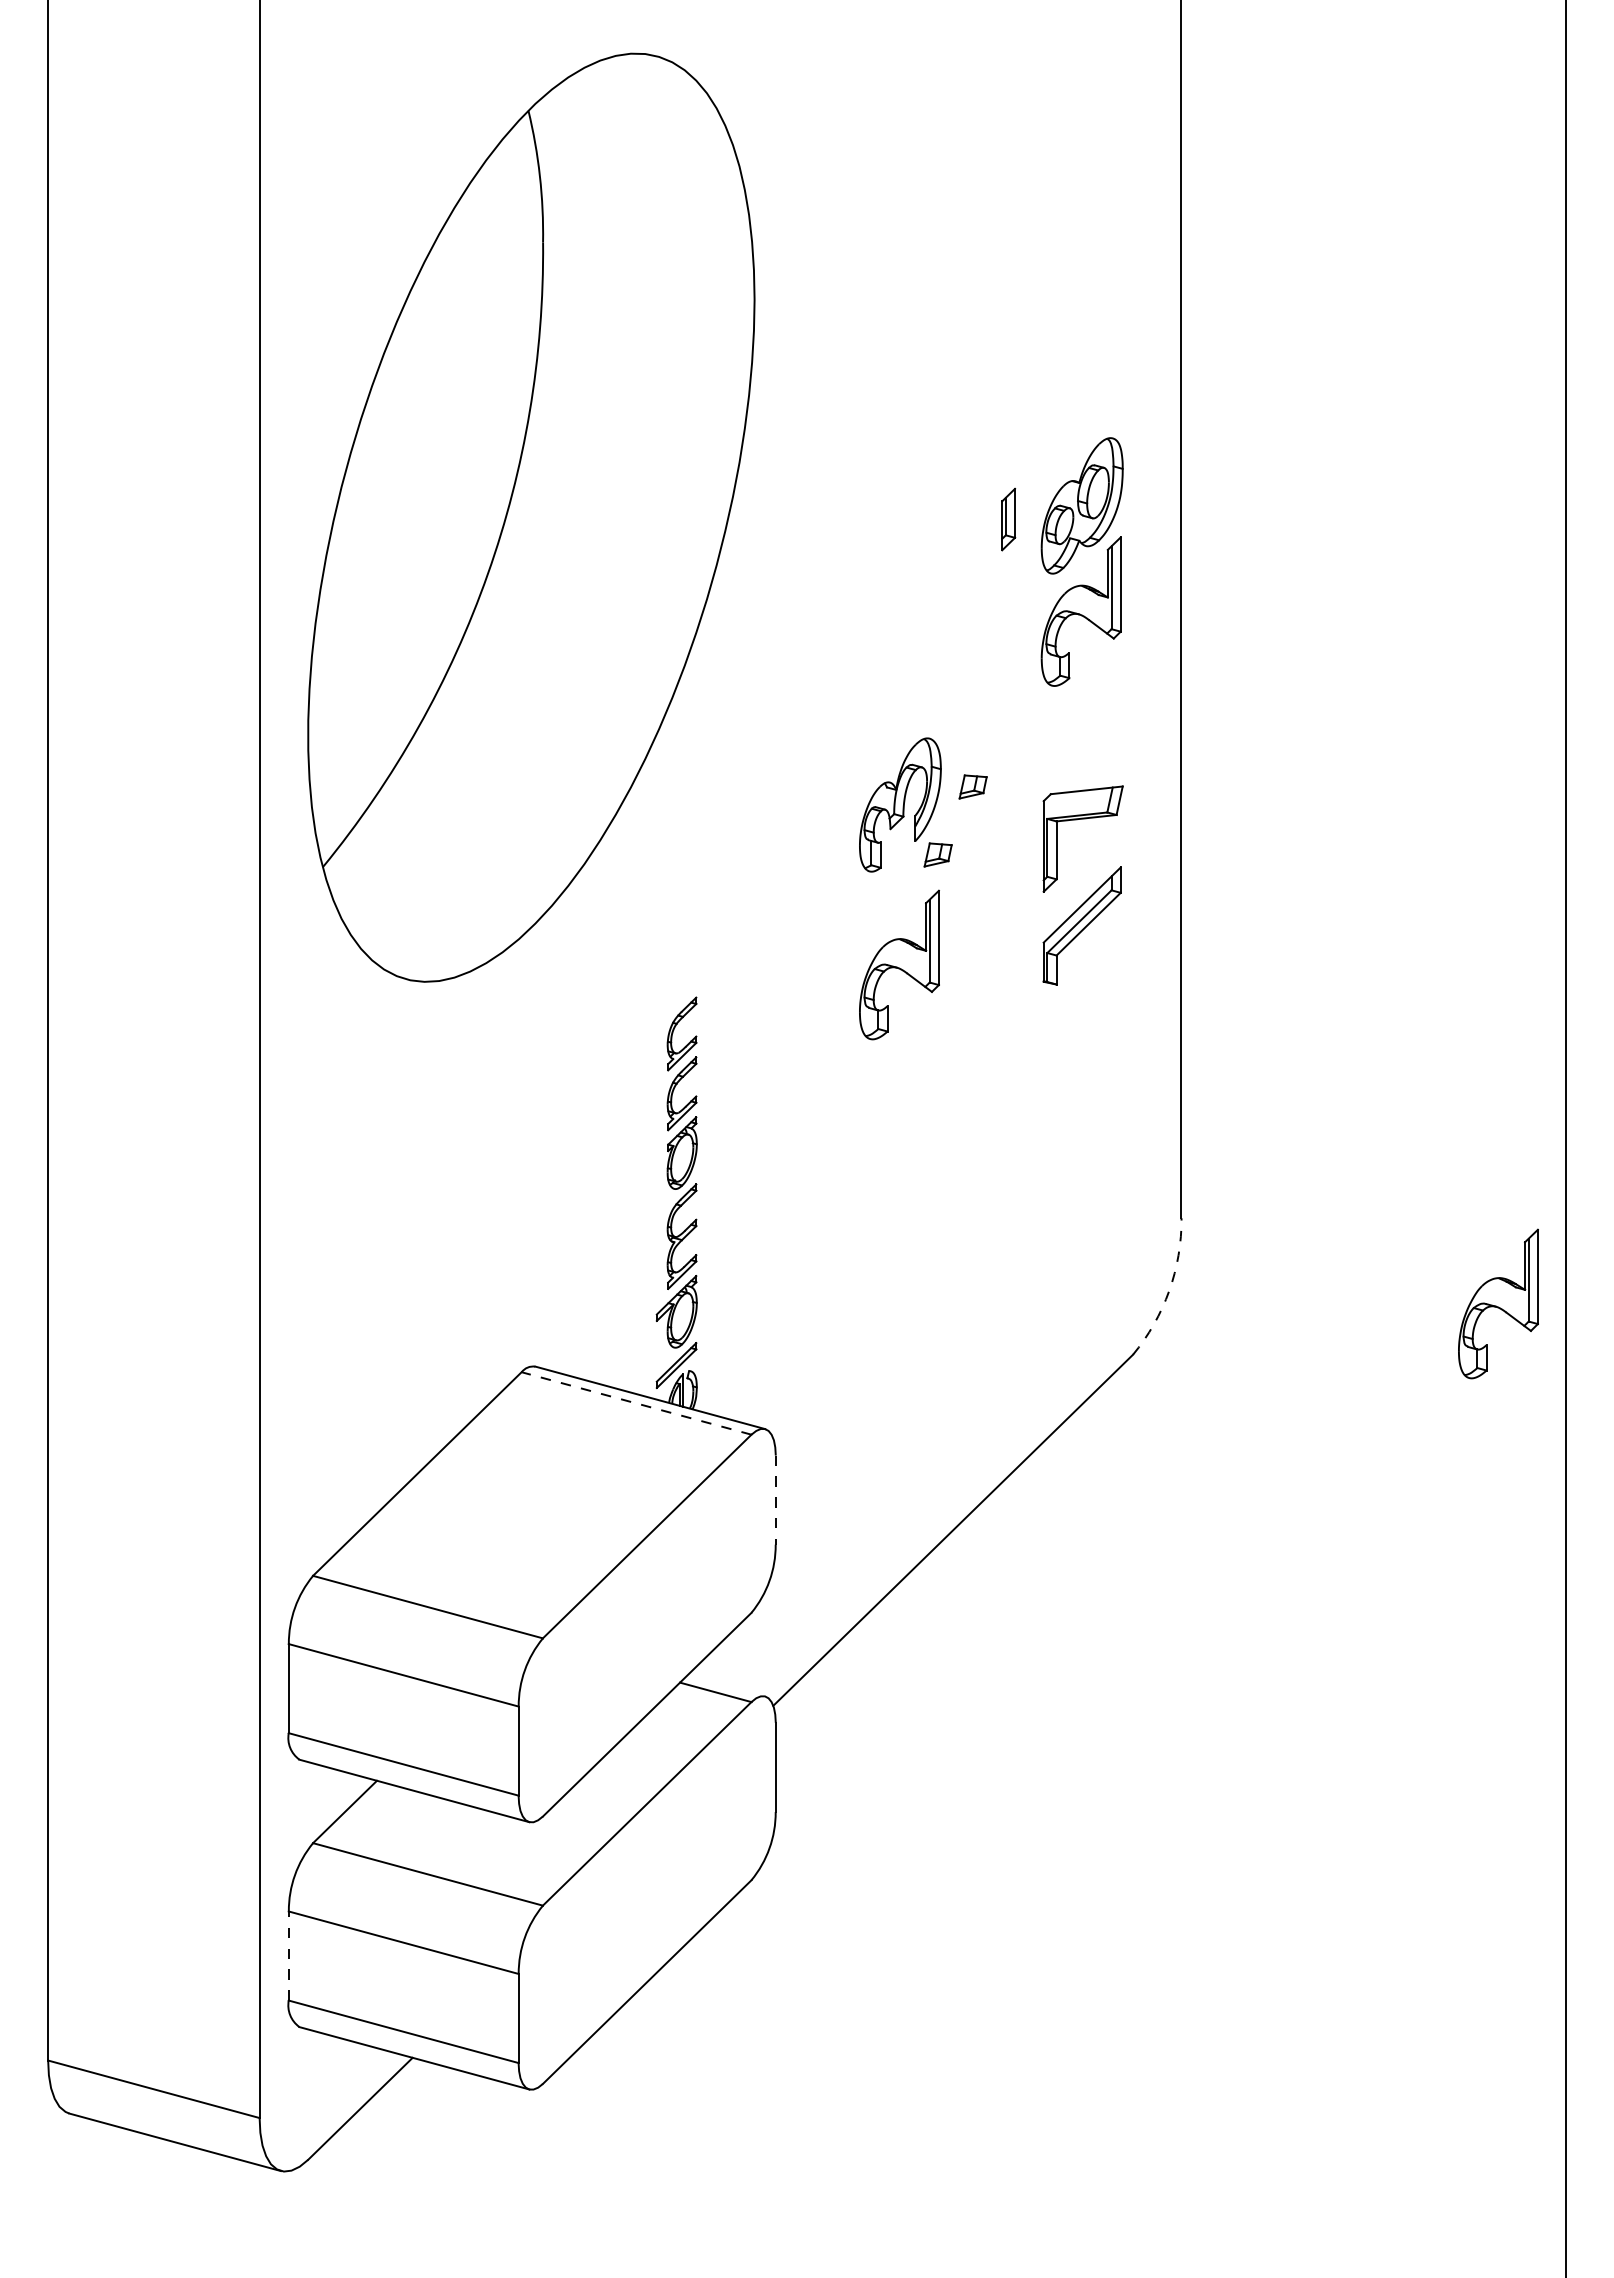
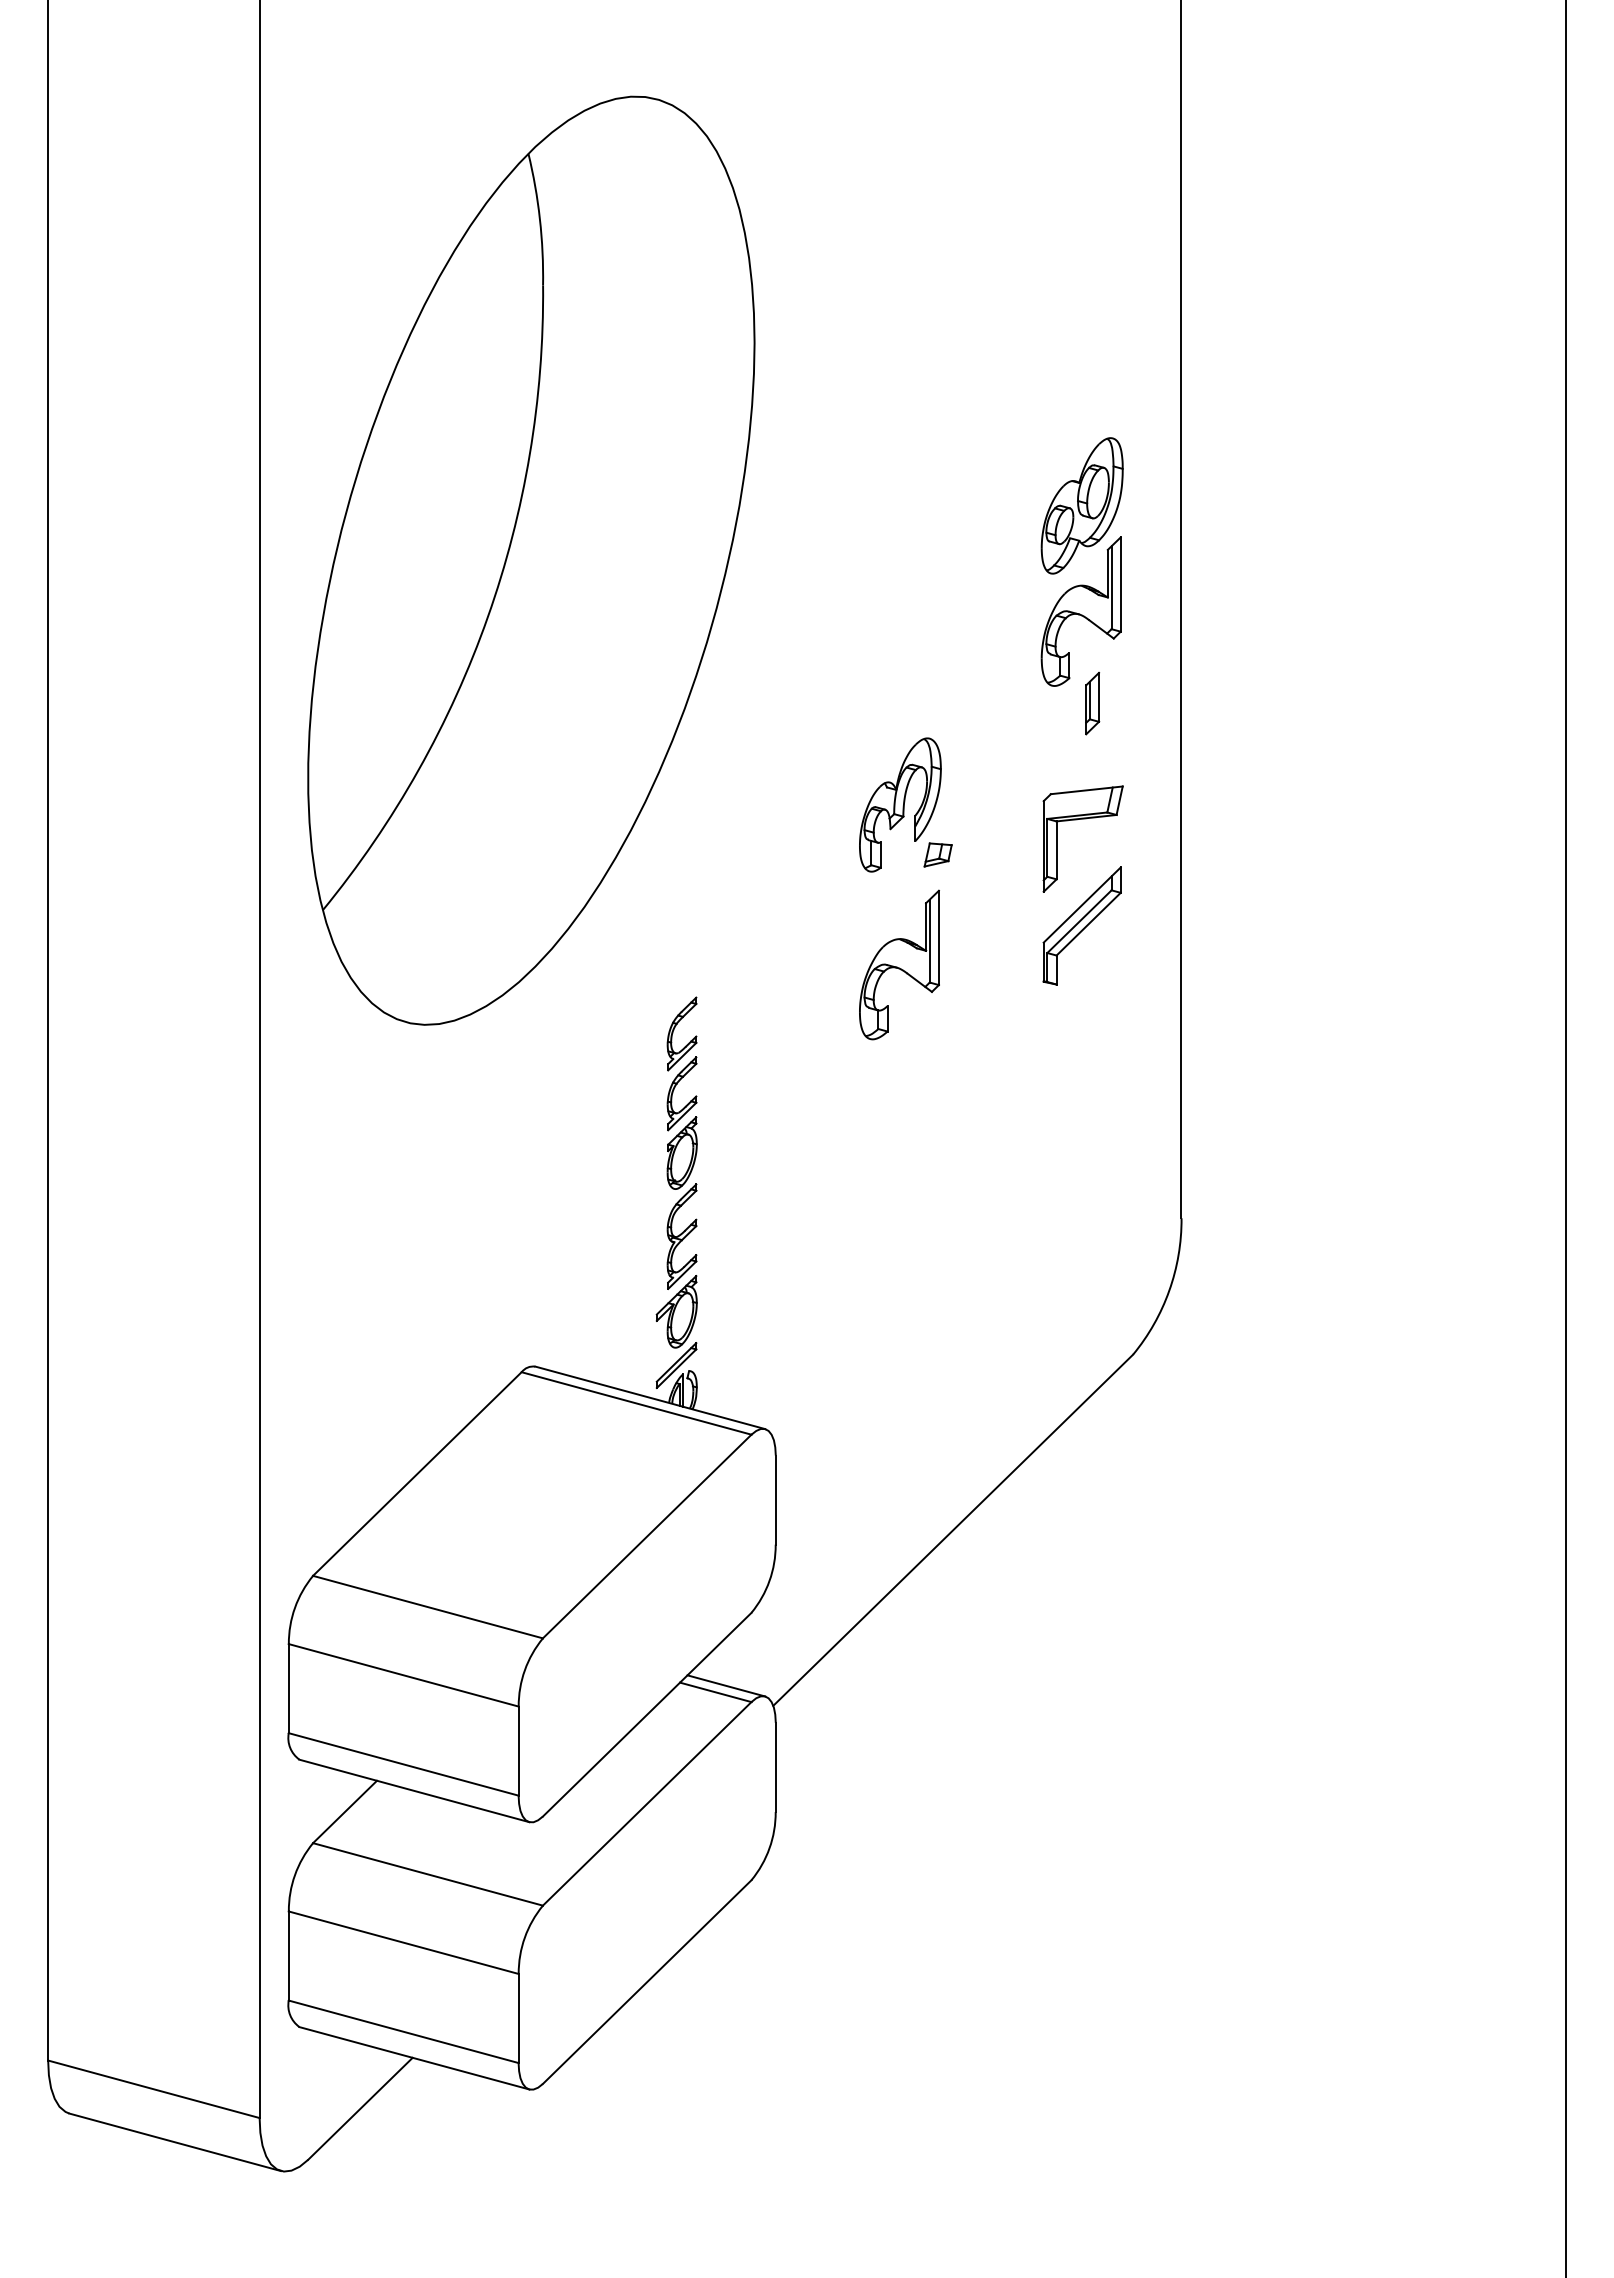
part at (531, 517) position: (531, 517) -> (531, 560)
part at (1008, 519) position: (1008, 519) -> (1092, 703)
part at (972, 786): present -> none
arc at (1169, 1290): dashed -> solid
part at (1498, 1303): present -> none
line at (636, 1403): dashed -> solid
line at (775, 1500): dashed -> solid
line at (726, 1685): none -> present
line at (288, 1956): dashed -> solid
